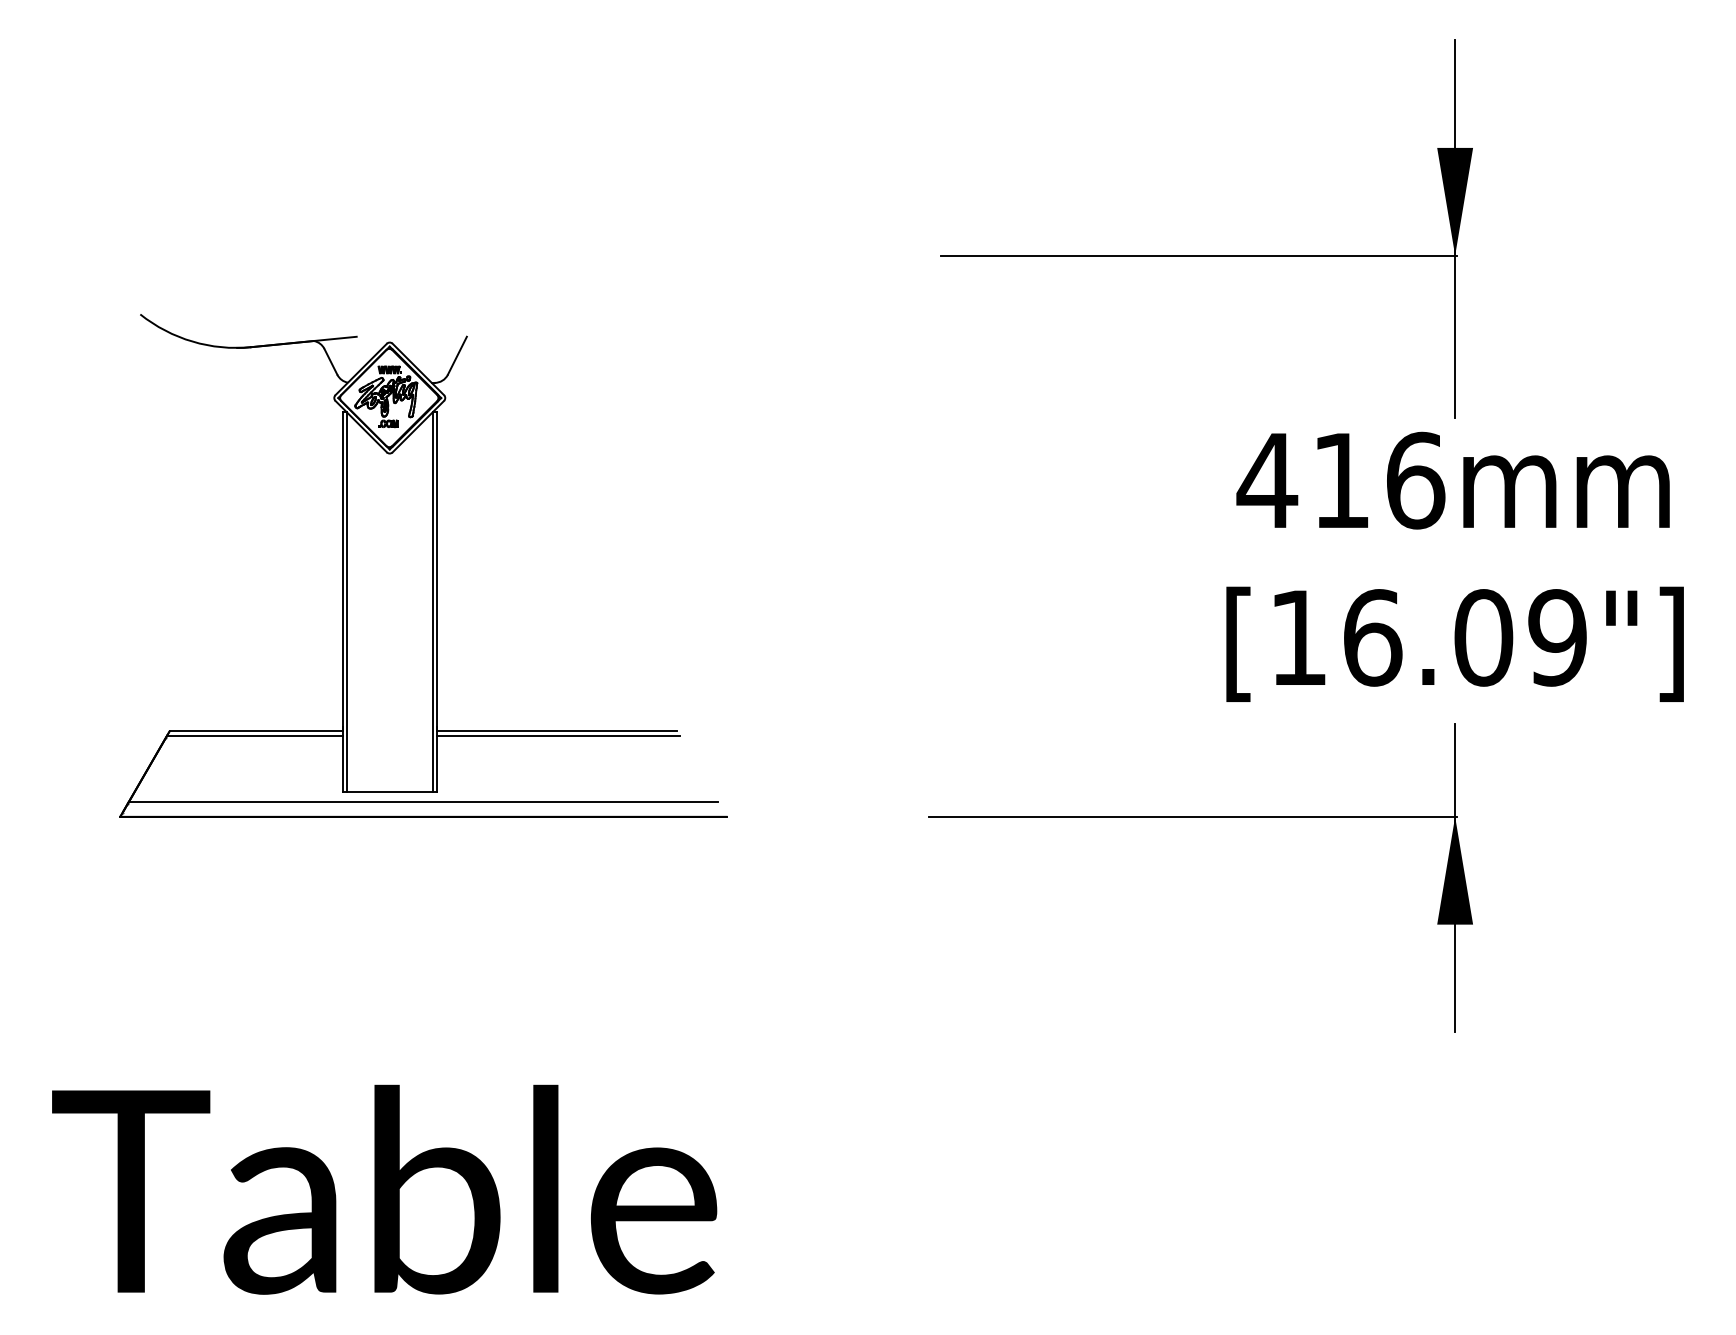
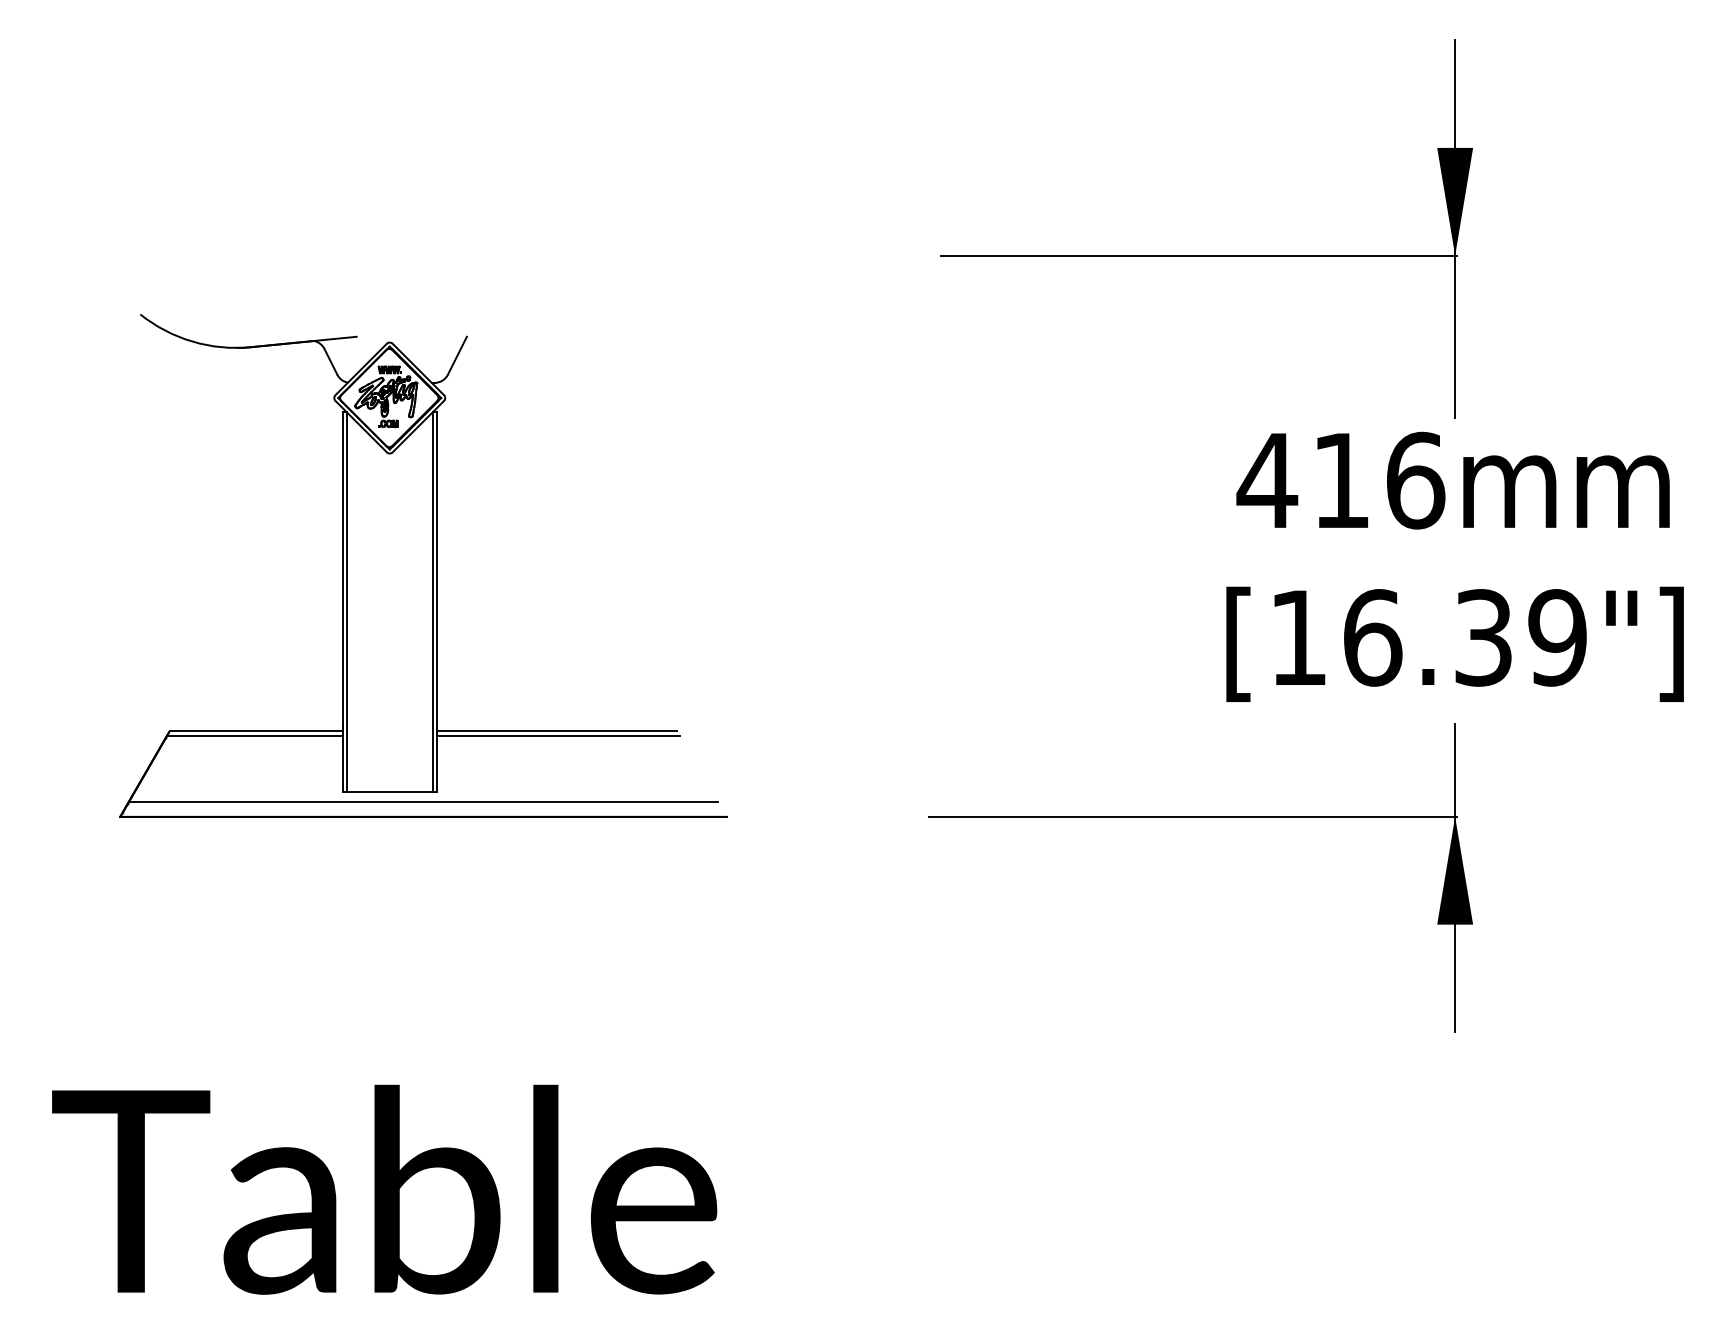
text at (1483, 637): [16.09"] -> [16.39"]
